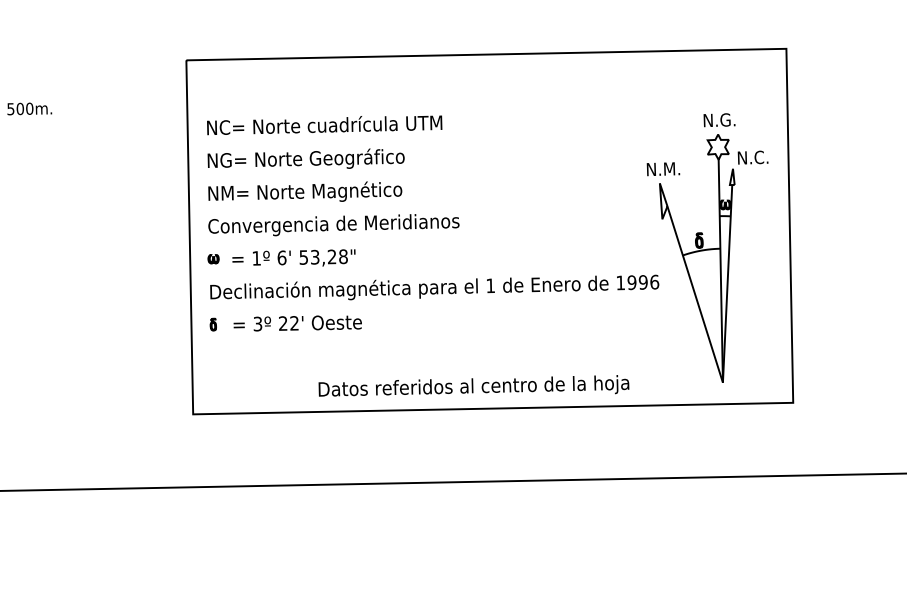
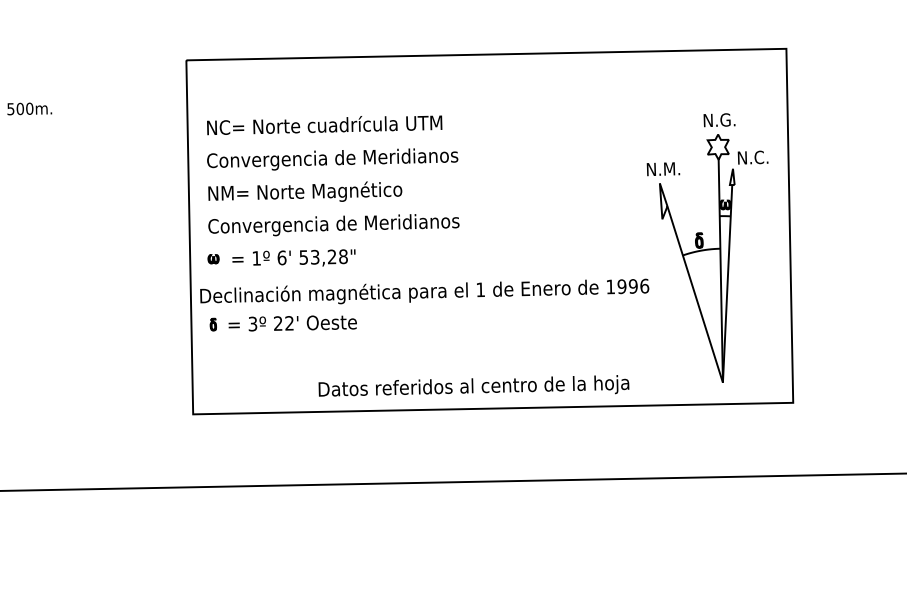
text at (332, 159): NG= Norte Geográfico -> Convergencia de Meridianos
text at (434, 287) position: (434, 287) -> (424, 291)
text at (297, 323) position: (297, 323) -> (292, 323)
